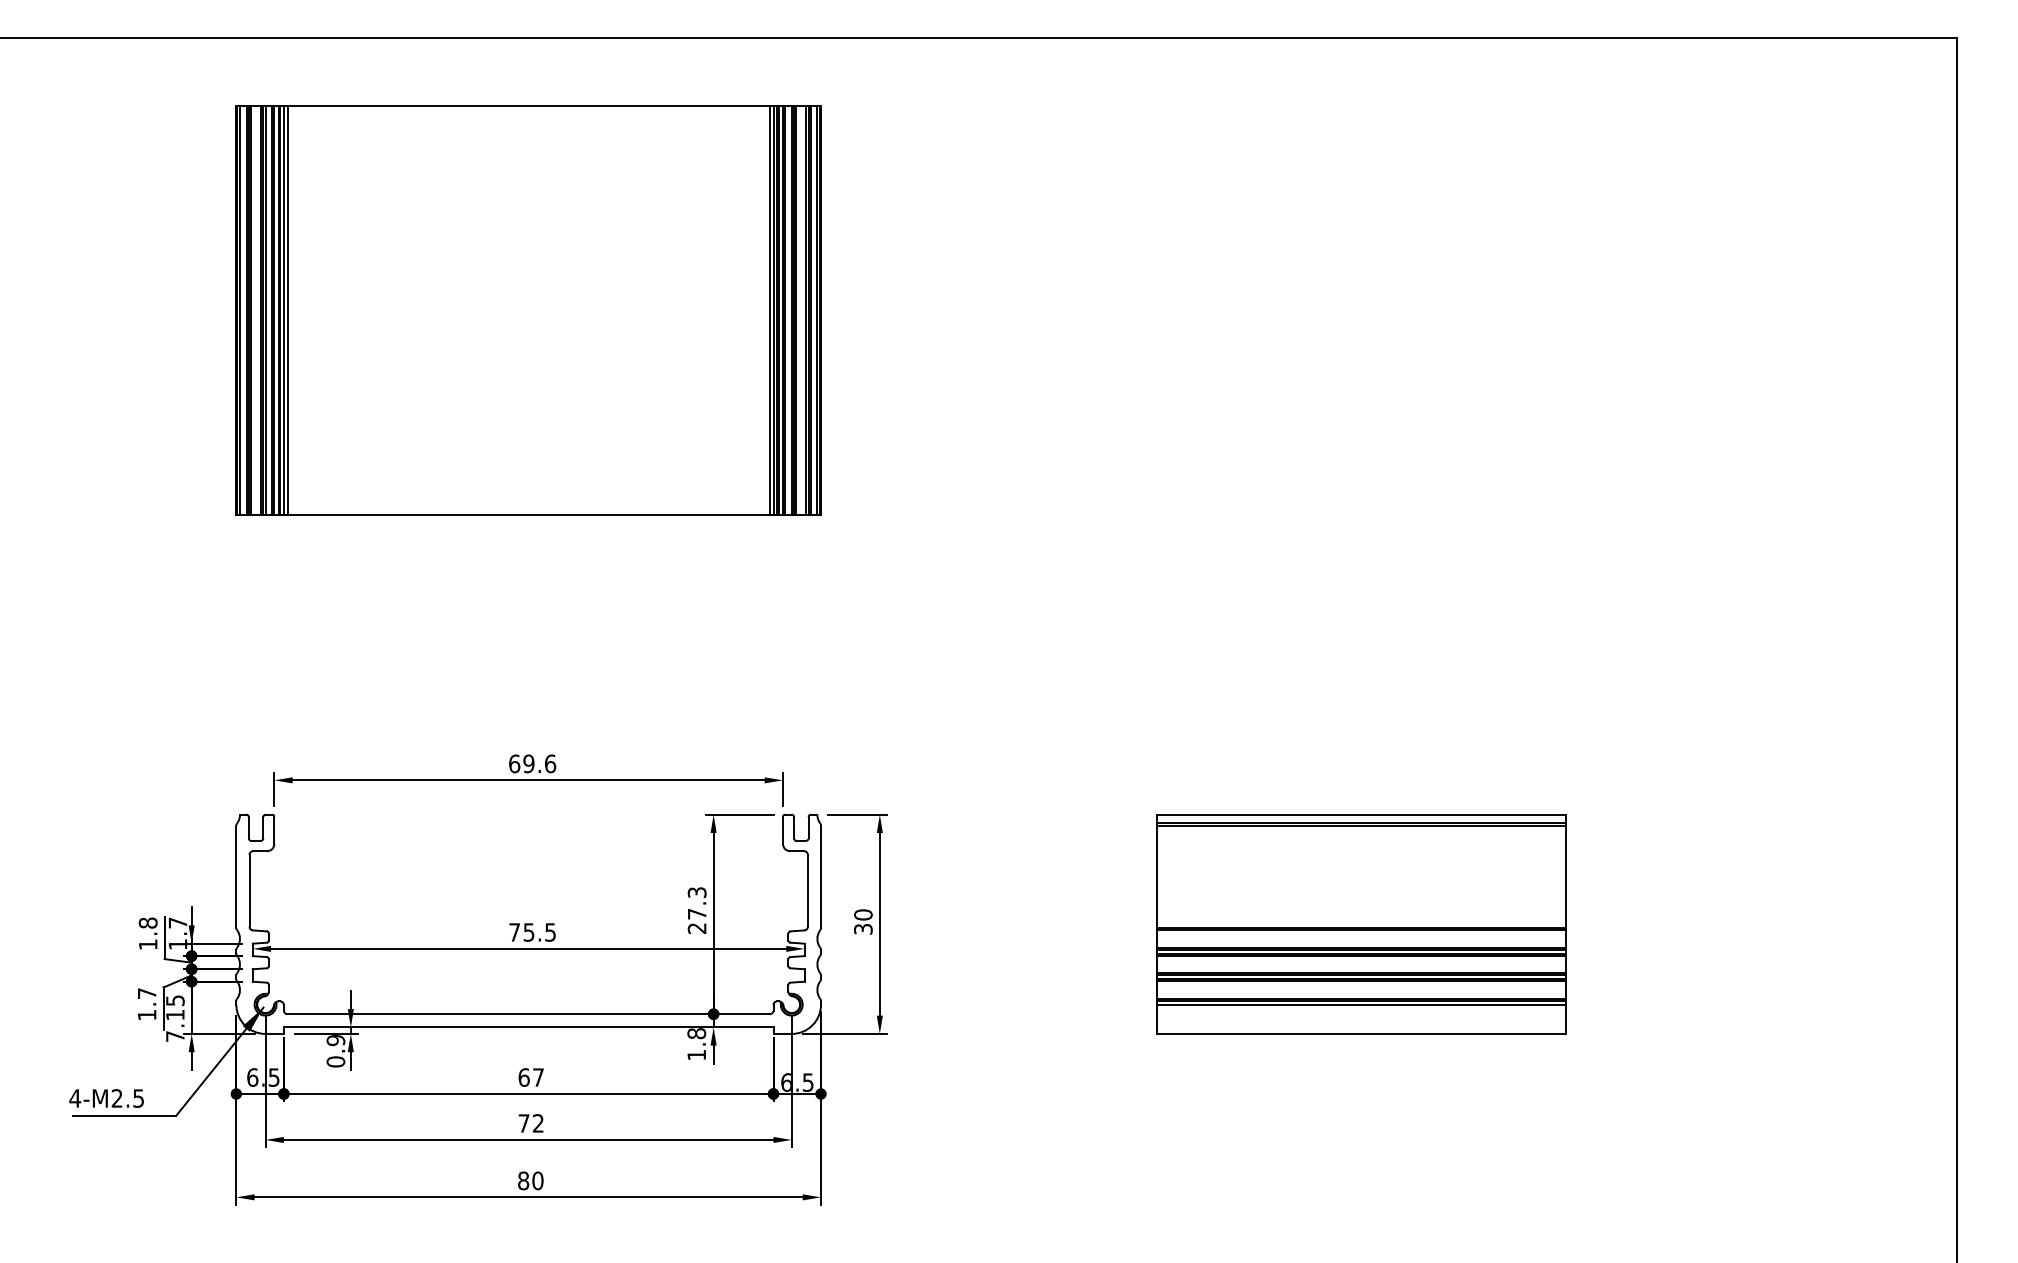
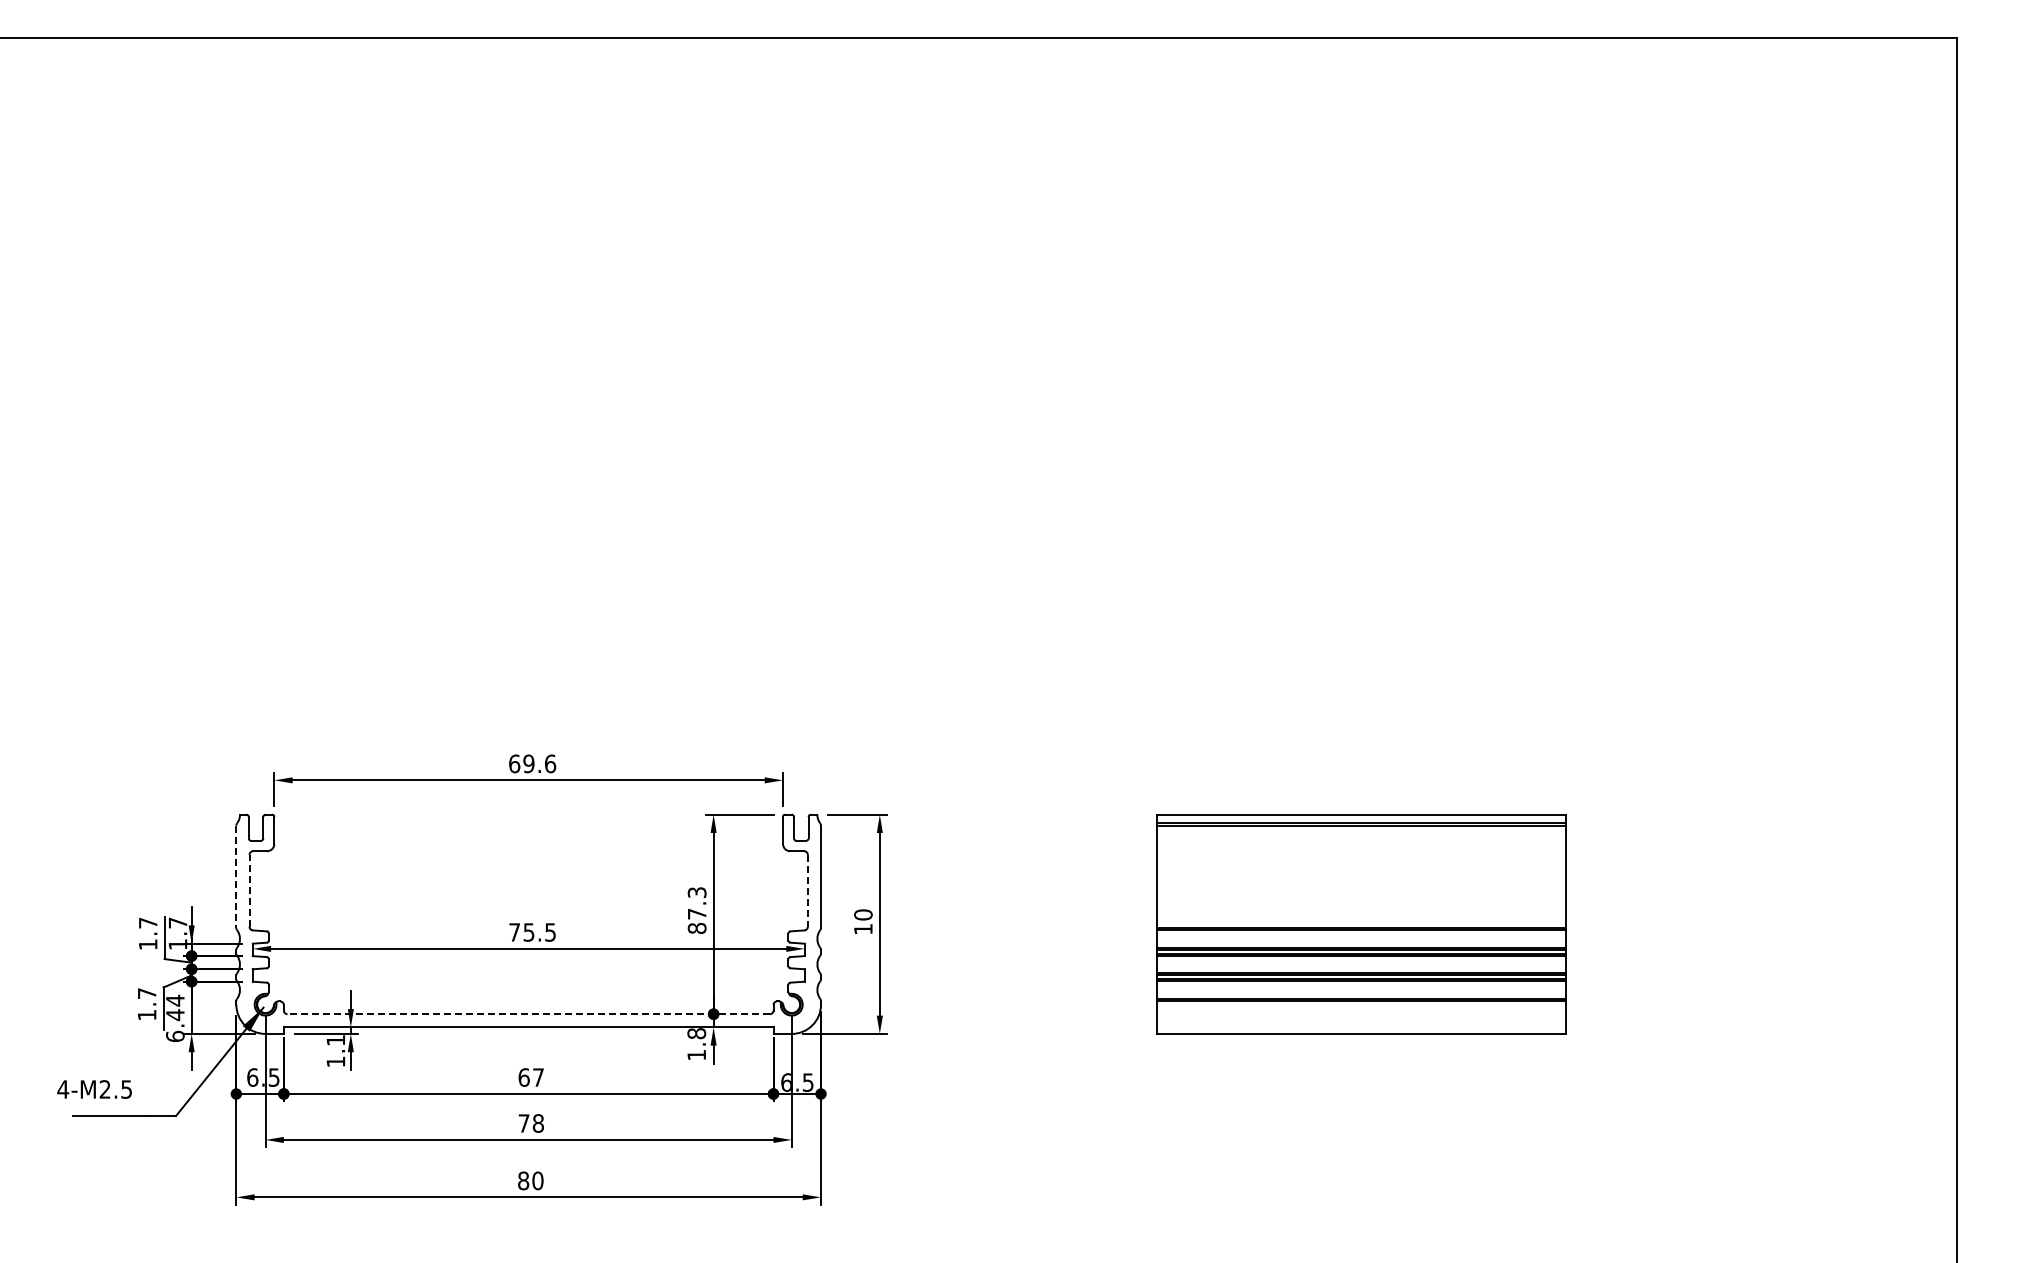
part at (528, 310): present -> none
line at (236, 877): solid -> dashed
line at (249, 890): solid -> dashed
line at (807, 890): solid -> dashed
text at (147, 922): 1.8 -> 1.7
text at (696, 928): 27.3 -> 87.3
text at (863, 929): 30 -> 10
line at (1360, 1004): present -> none
line at (528, 1014): solid -> dashed
text at (175, 1018): 7.15 -> 6.44
text at (335, 1051): 0.9 -> 1.1
text at (106, 1098) position: (106, 1098) -> (94, 1089)
text at (537, 1123): 72 -> 78
